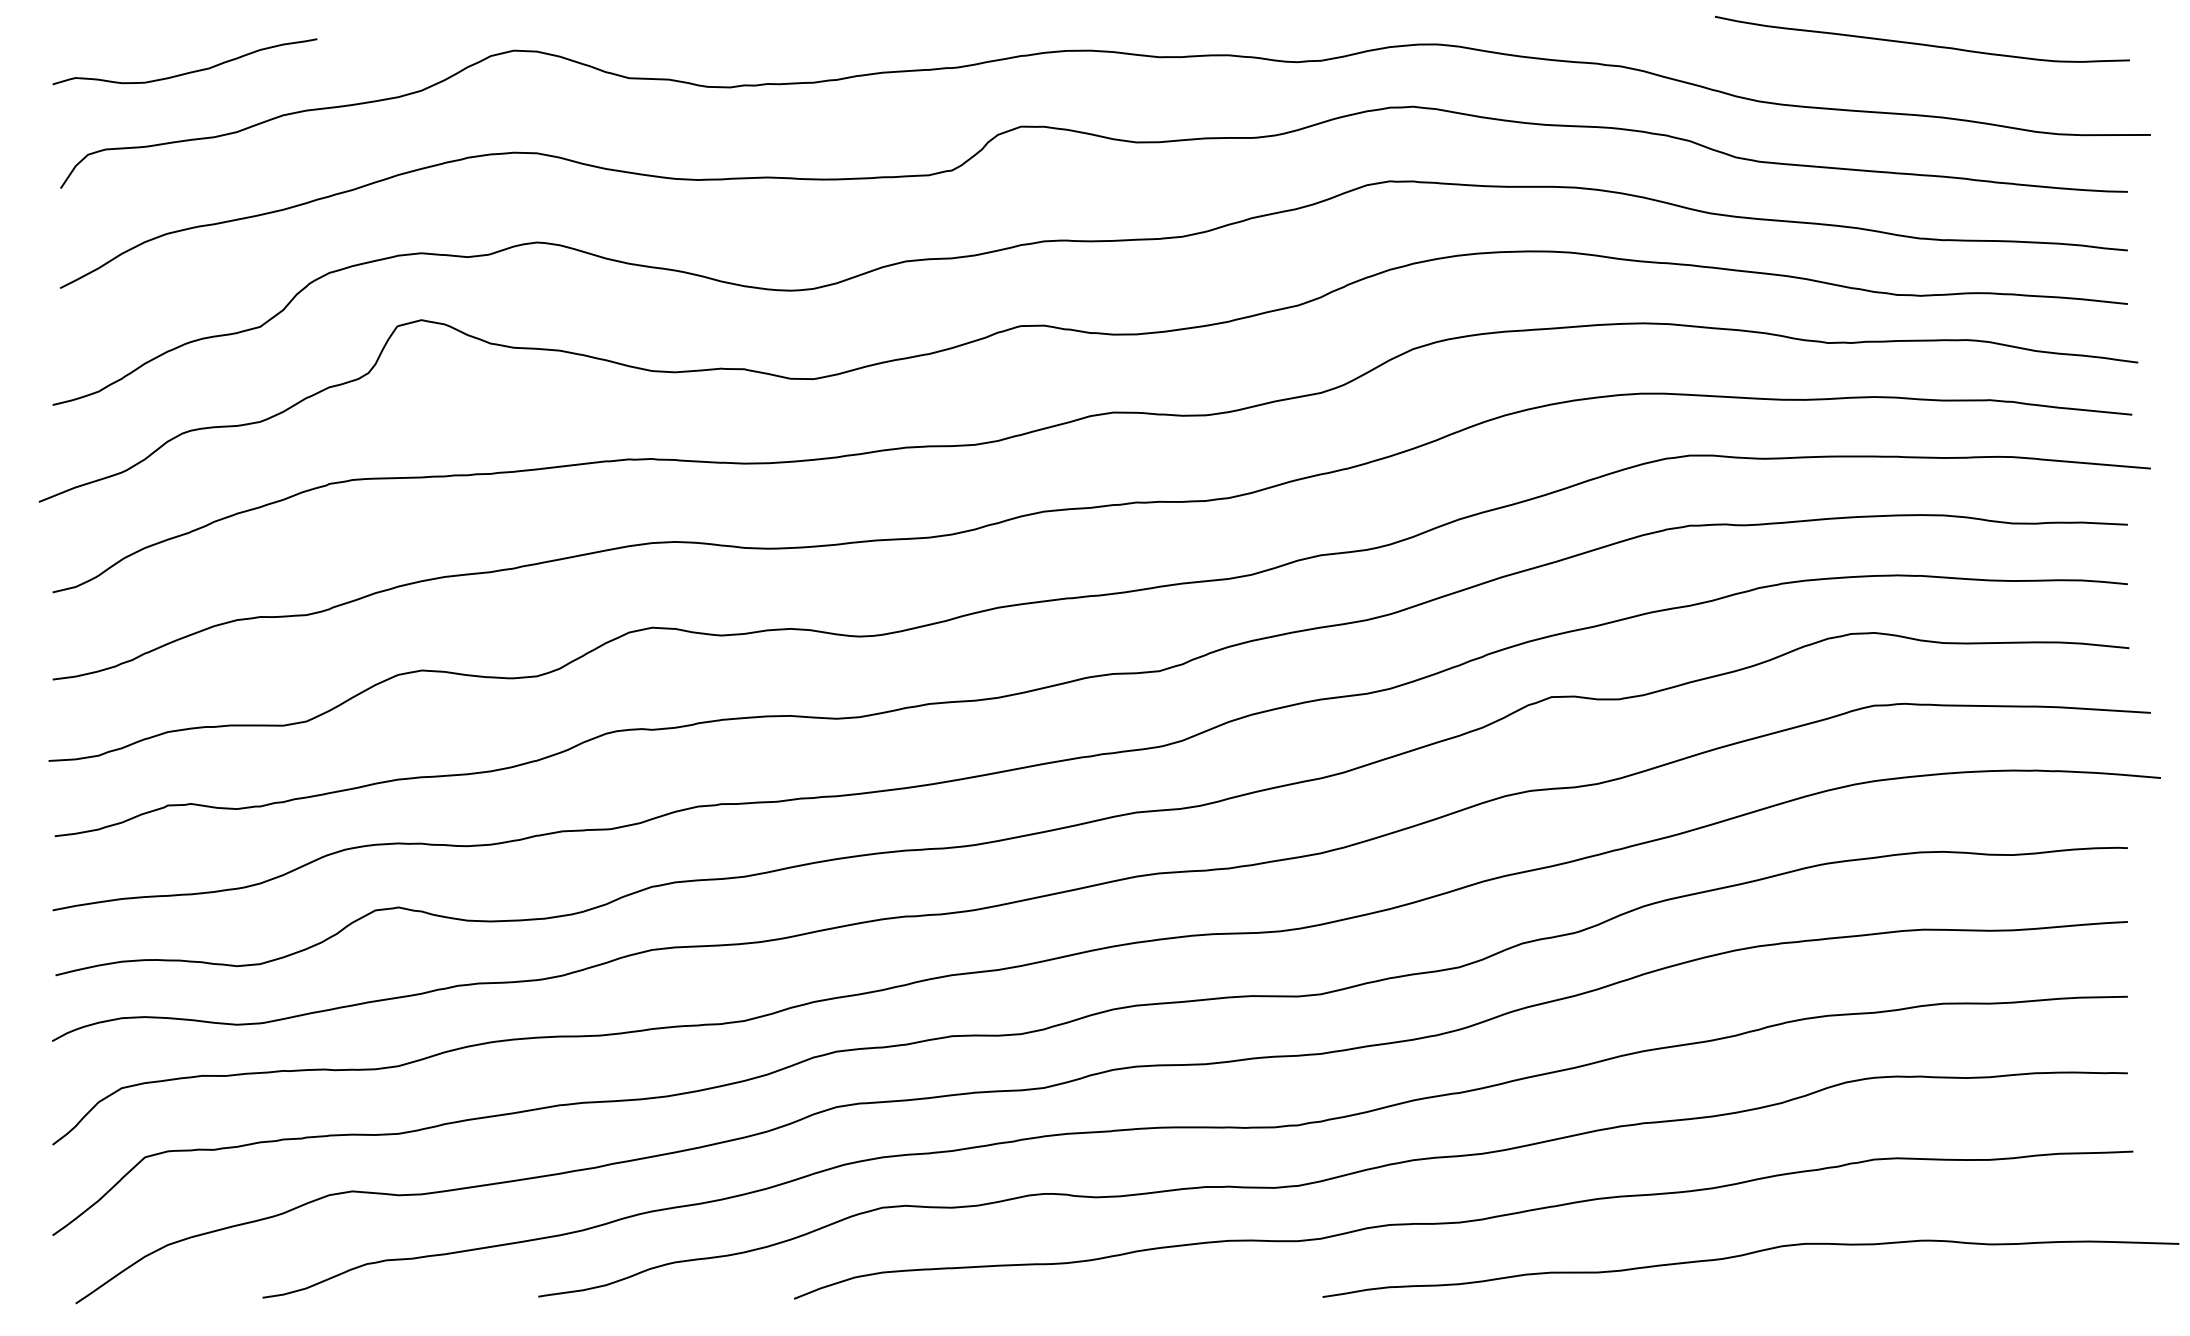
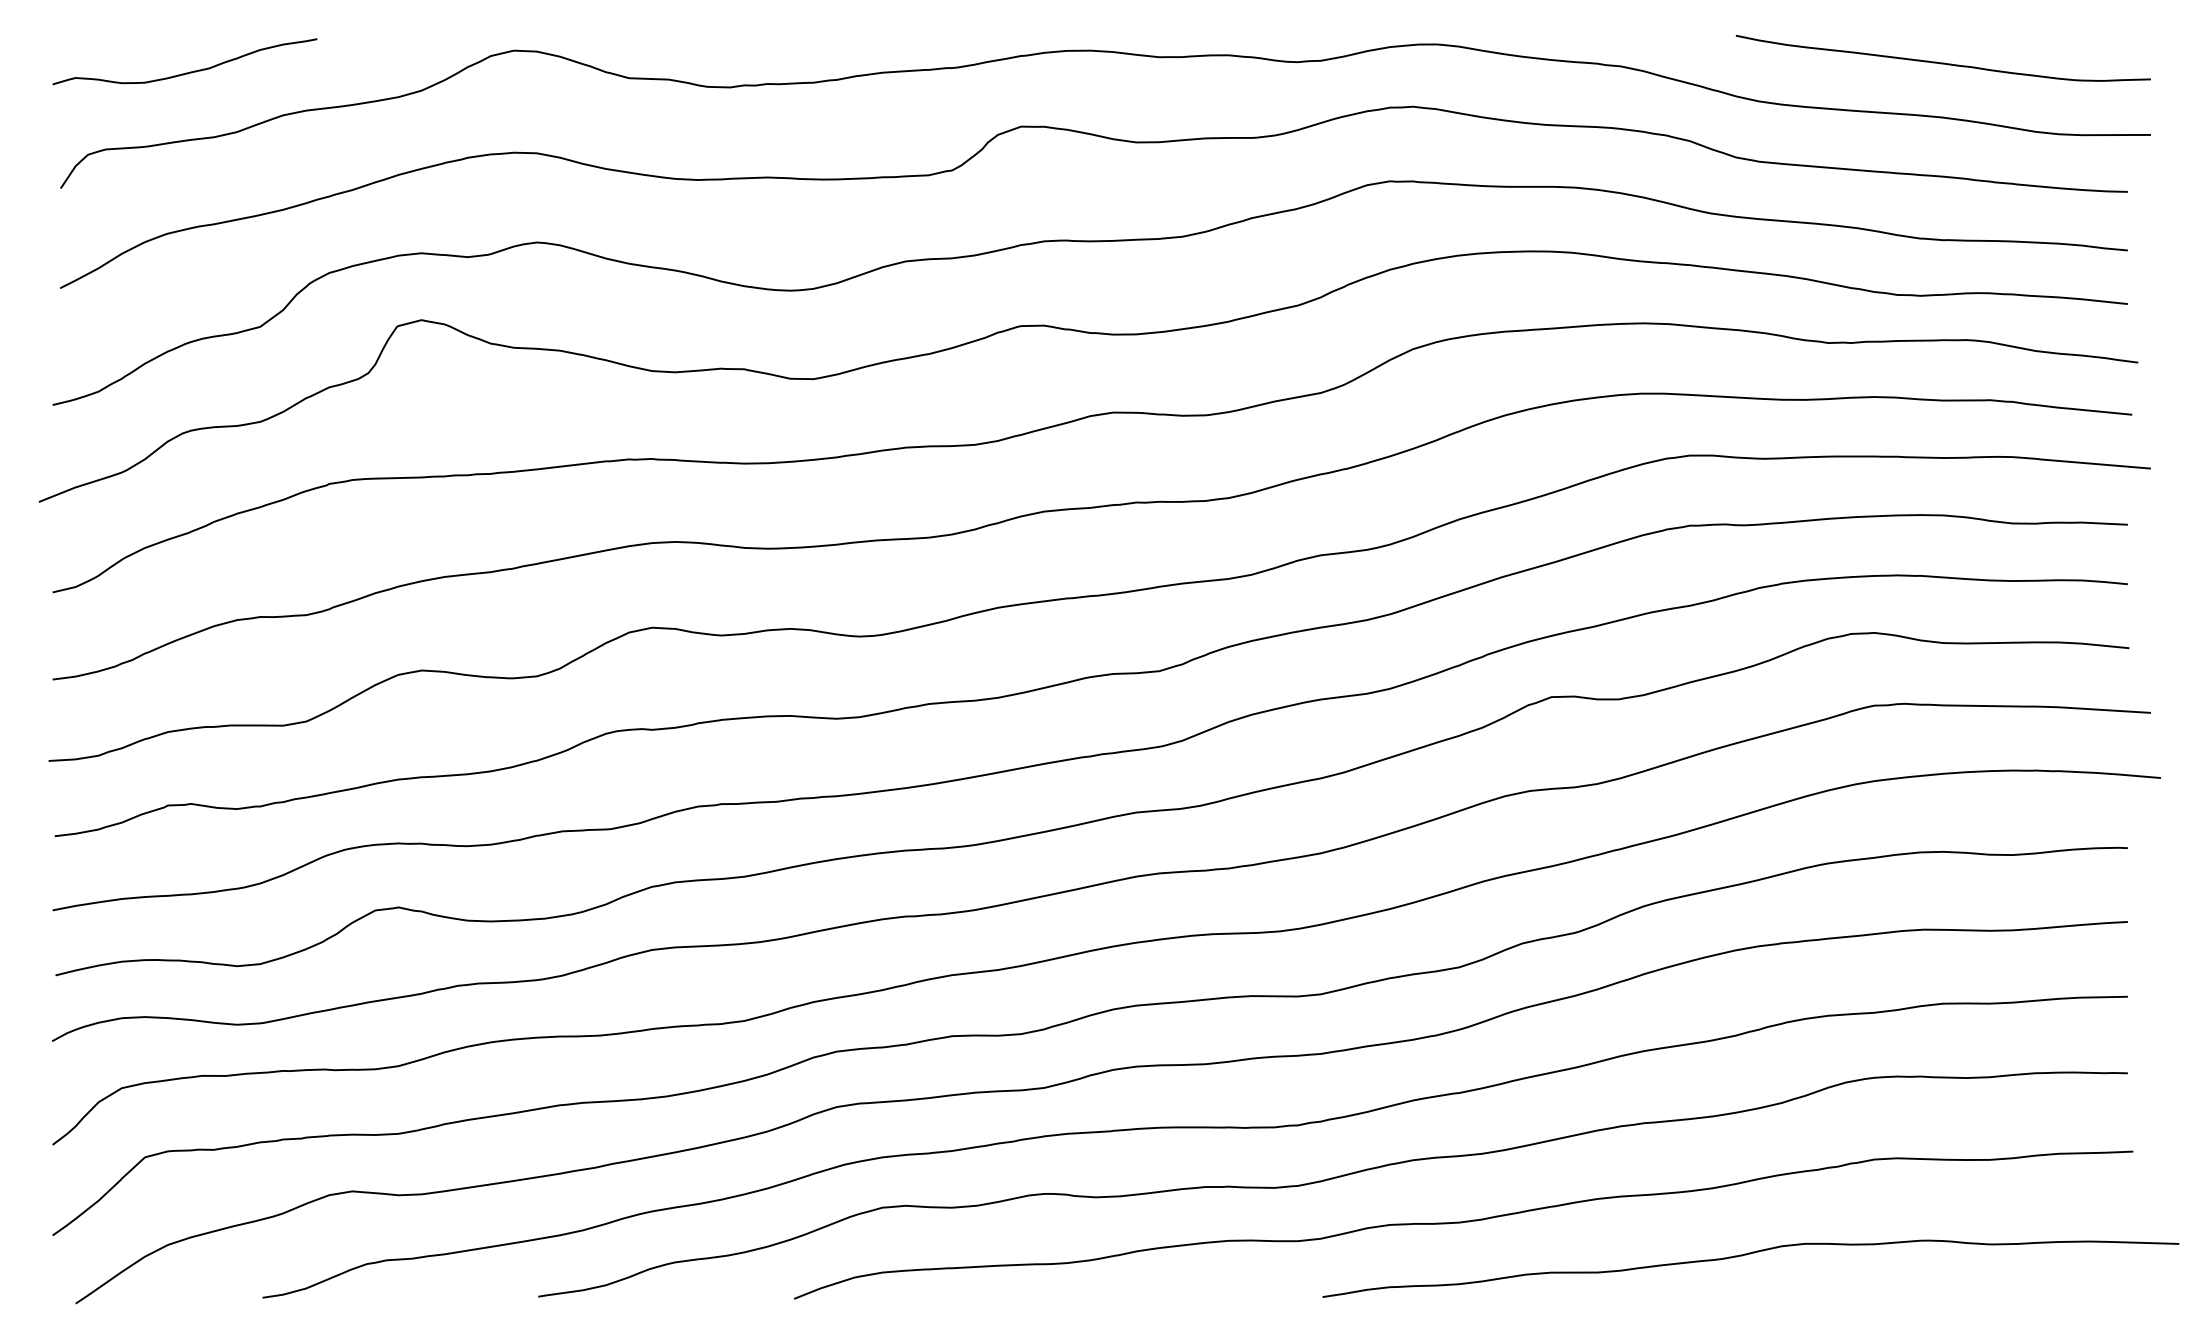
curve at (1921, 43) position: (1921, 43) -> (1942, 62)
